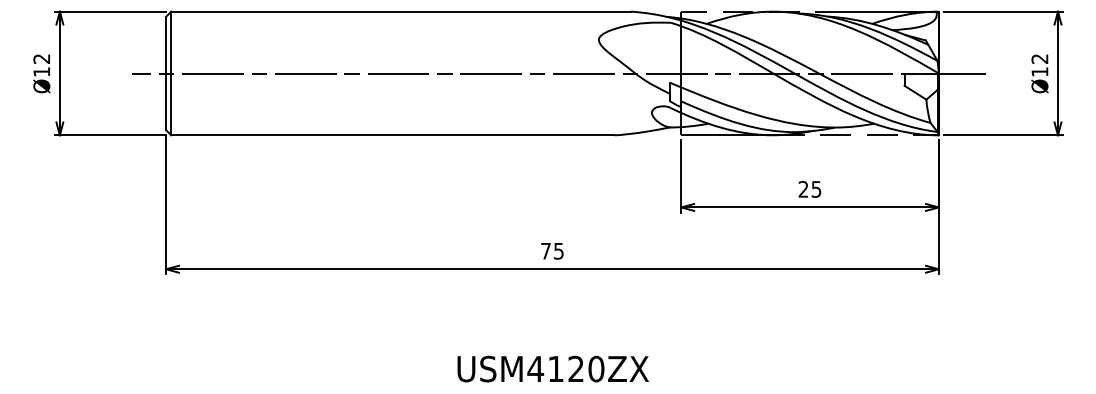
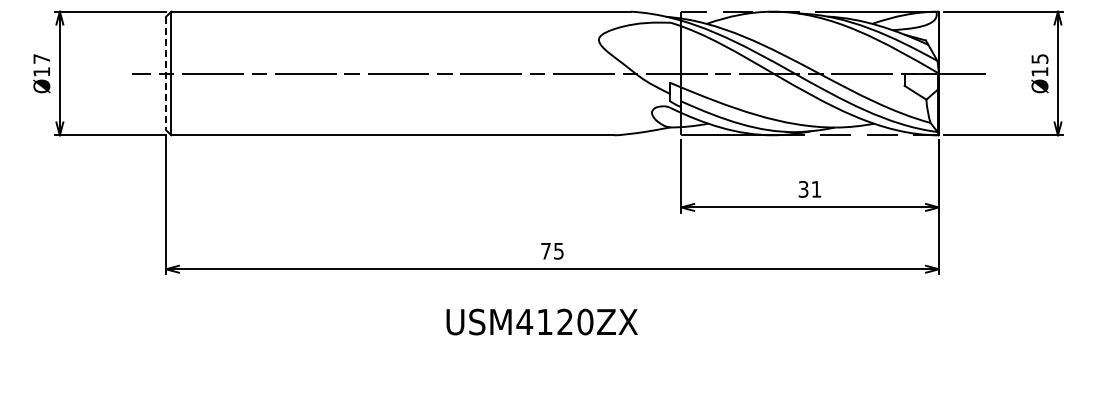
text at (41, 58): Ø12 -> Ø17
text at (1039, 58): Ø12 -> Ø15
line at (166, 73): solid -> dashed
text at (809, 189): 25 -> 31
text at (552, 368) position: (552, 368) -> (541, 321)
